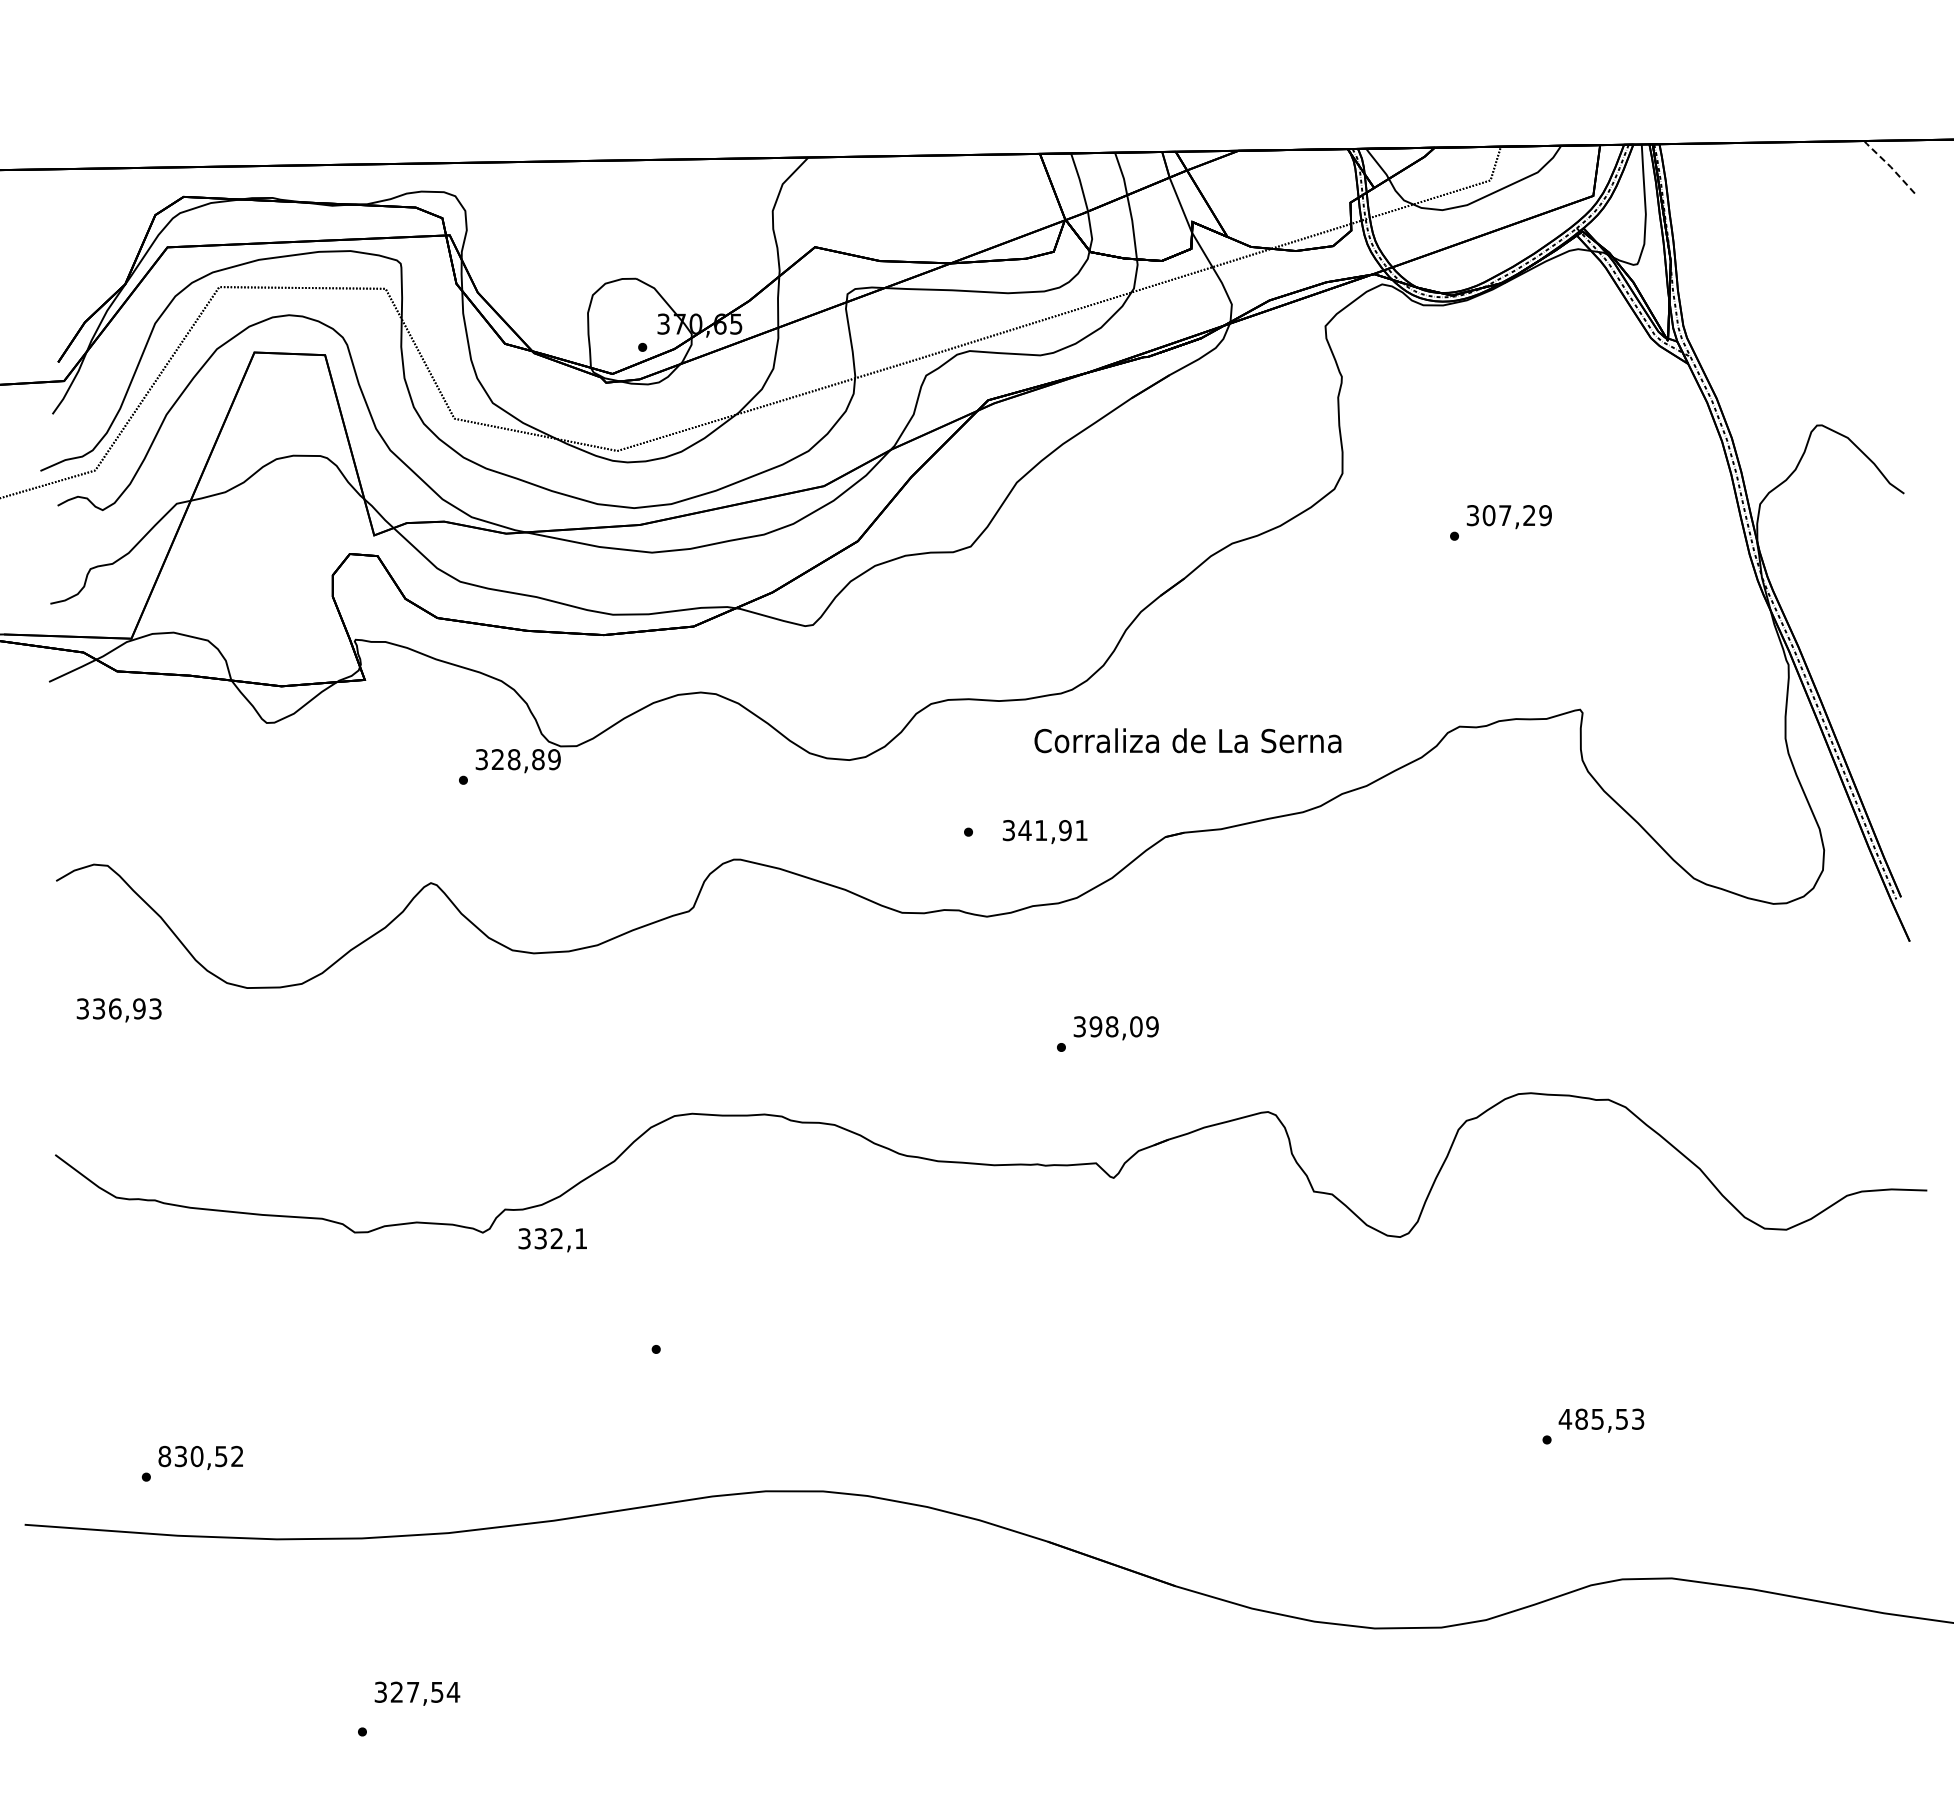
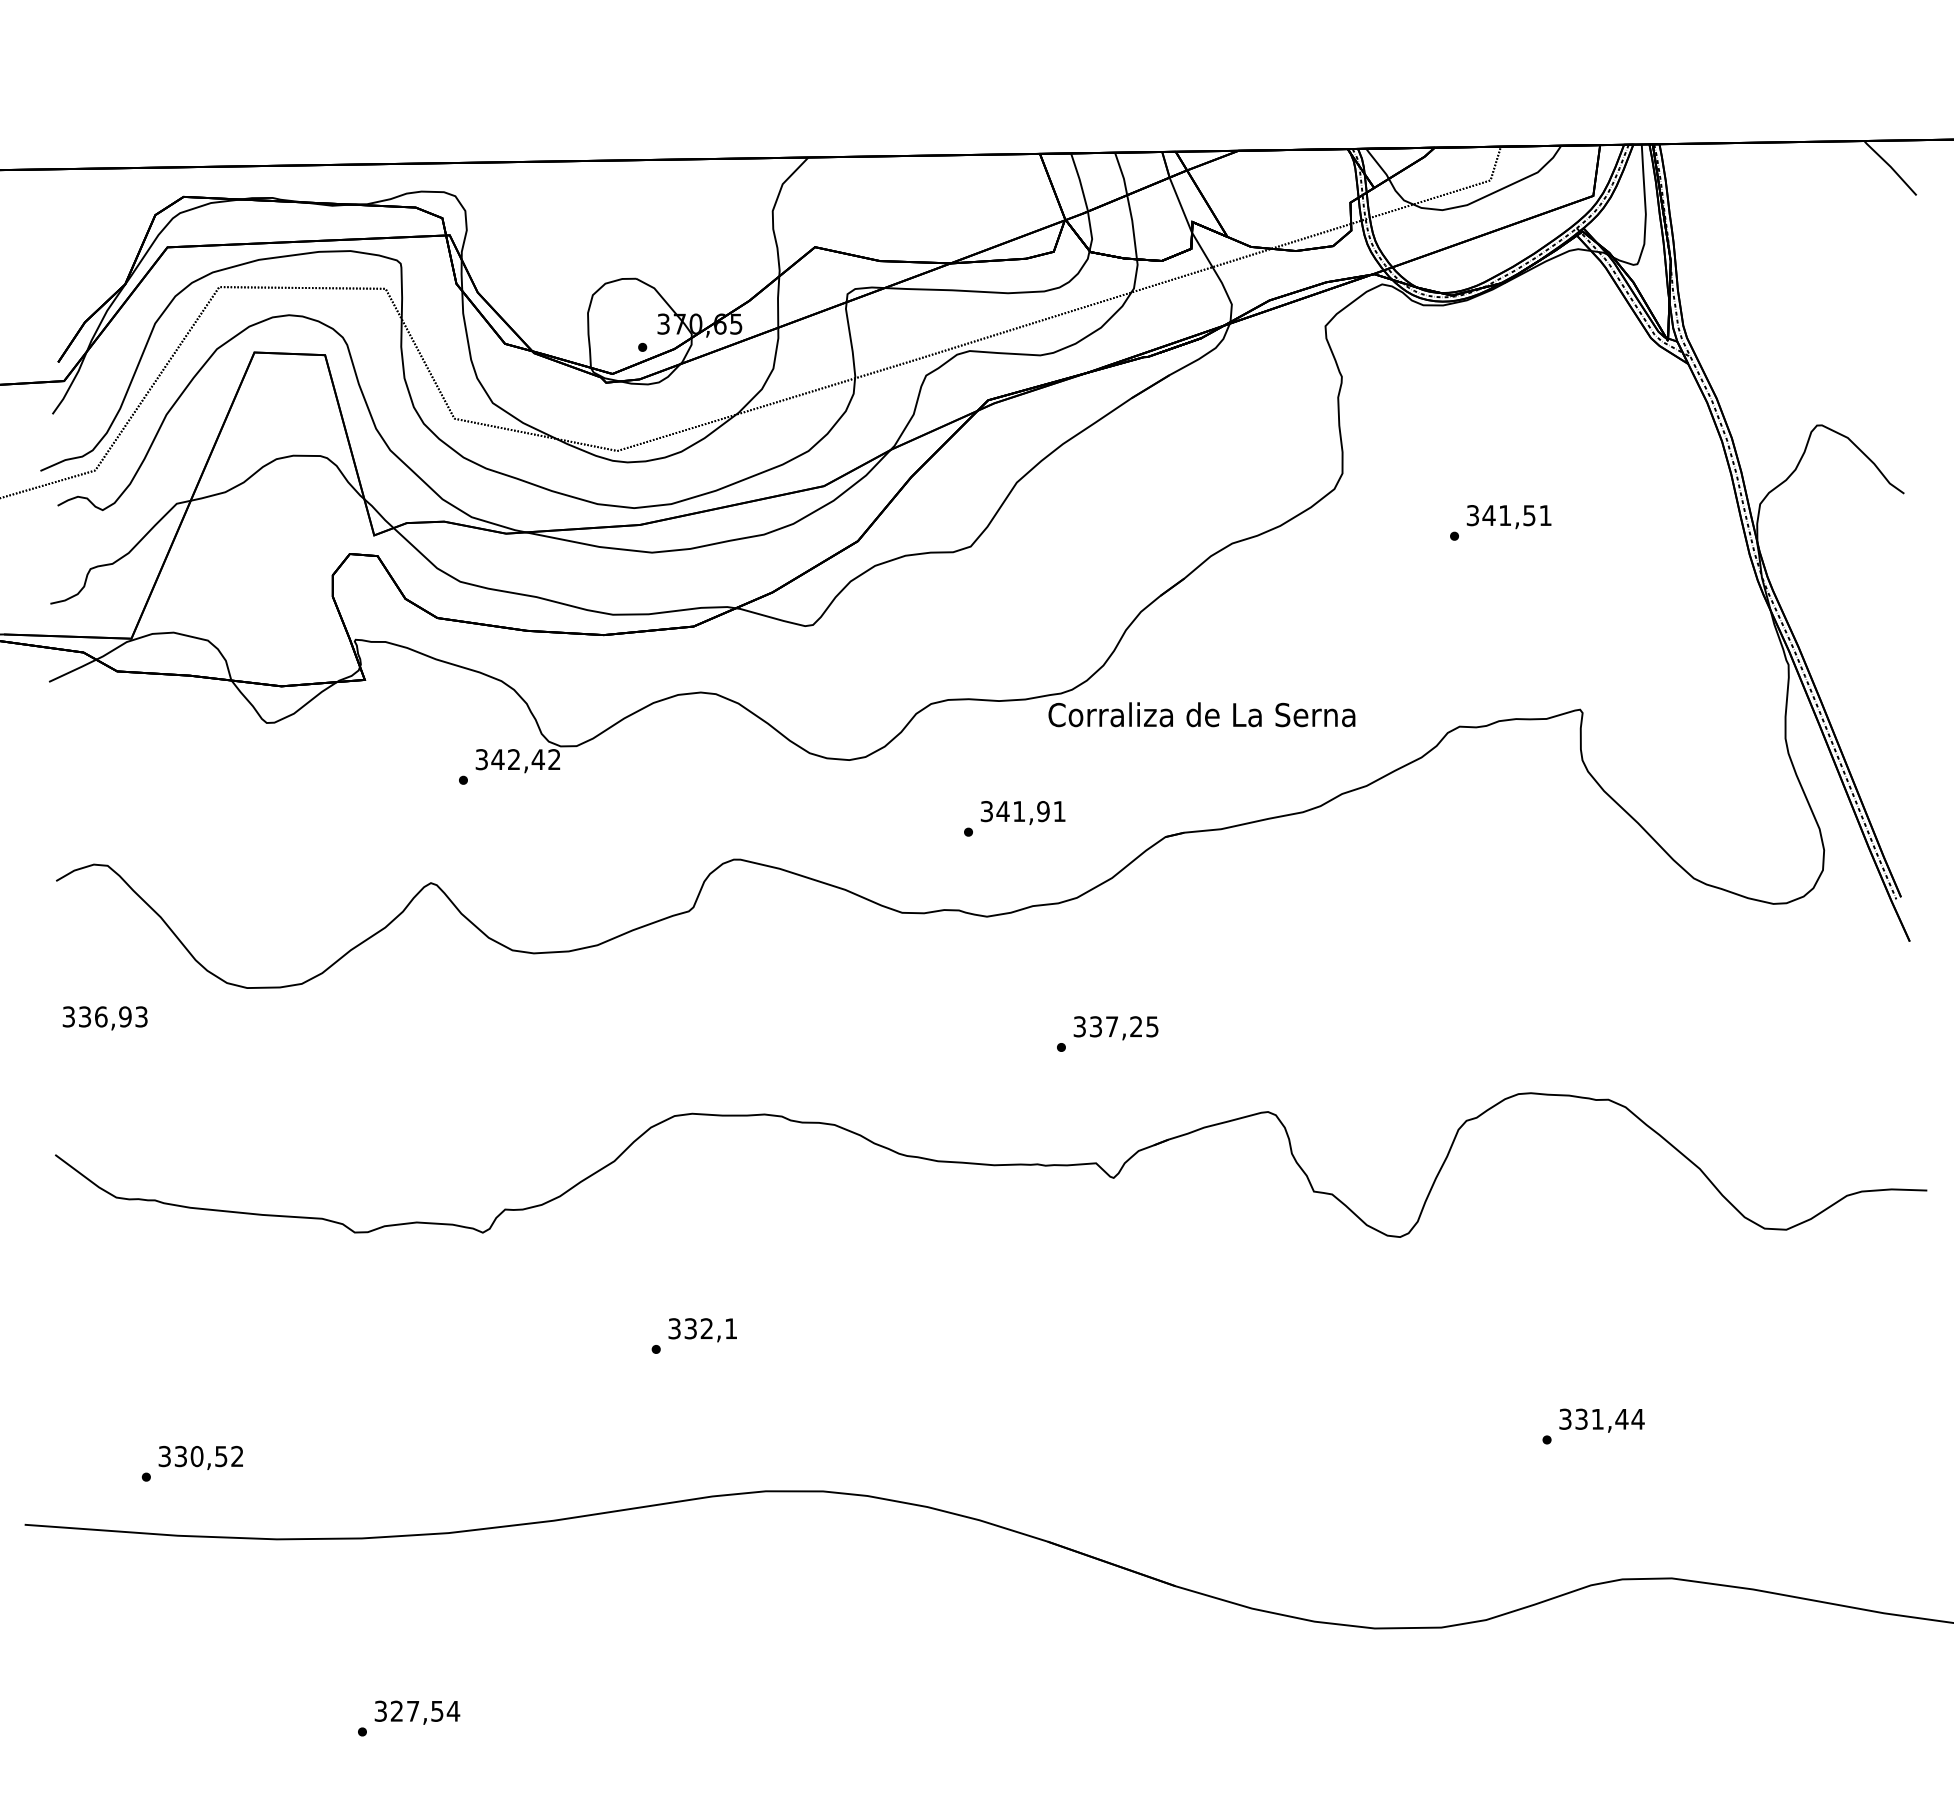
line at (1890, 166): dashed -> solid
text at (1516, 515): 307,29 -> 341,51
text at (1187, 740) position: (1187, 740) -> (1201, 714)
text at (525, 759): 328,89 -> 342,42
text at (1044, 832) position: (1044, 832) -> (1022, 813)
text at (118, 1010) position: (118, 1010) -> (104, 1018)
text at (1123, 1026): 398,09 -> 337,25
text at (552, 1240) position: (552, 1240) -> (702, 1330)
text at (1601, 1418): 485,53 -> 331,44
text at (164, 1456): 830,52 -> 330,52
text at (417, 1693) position: (417, 1693) -> (417, 1712)
